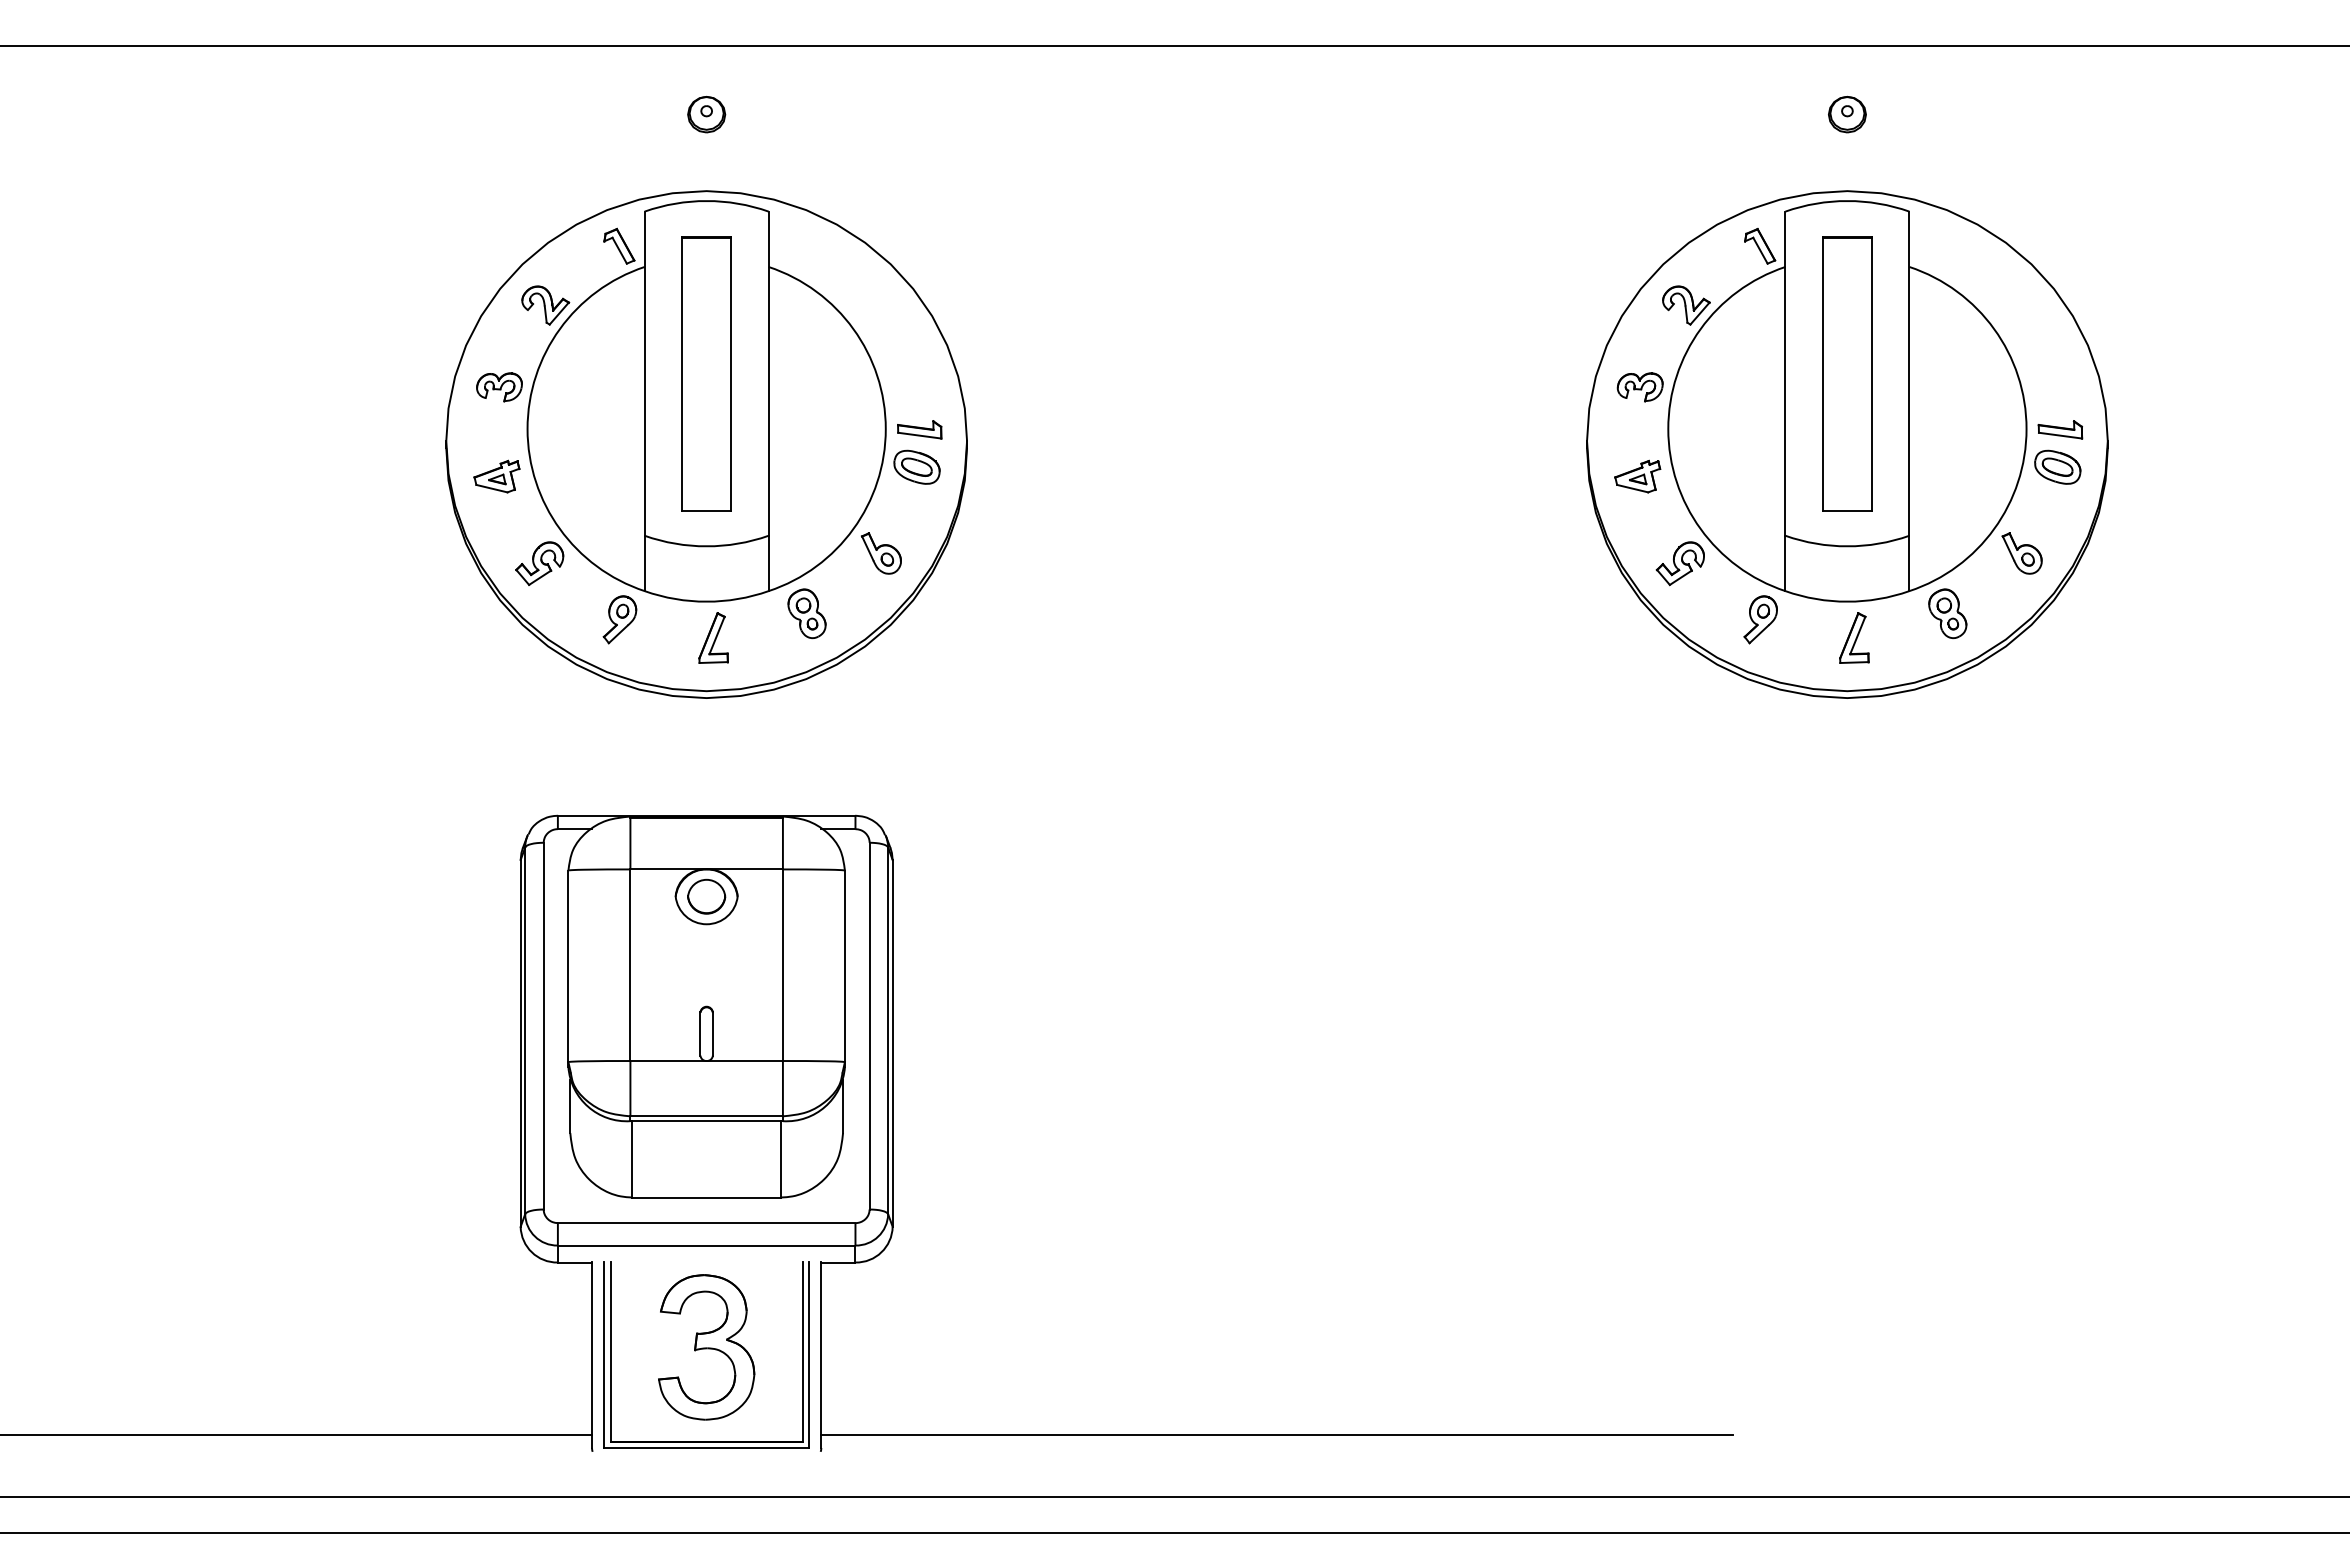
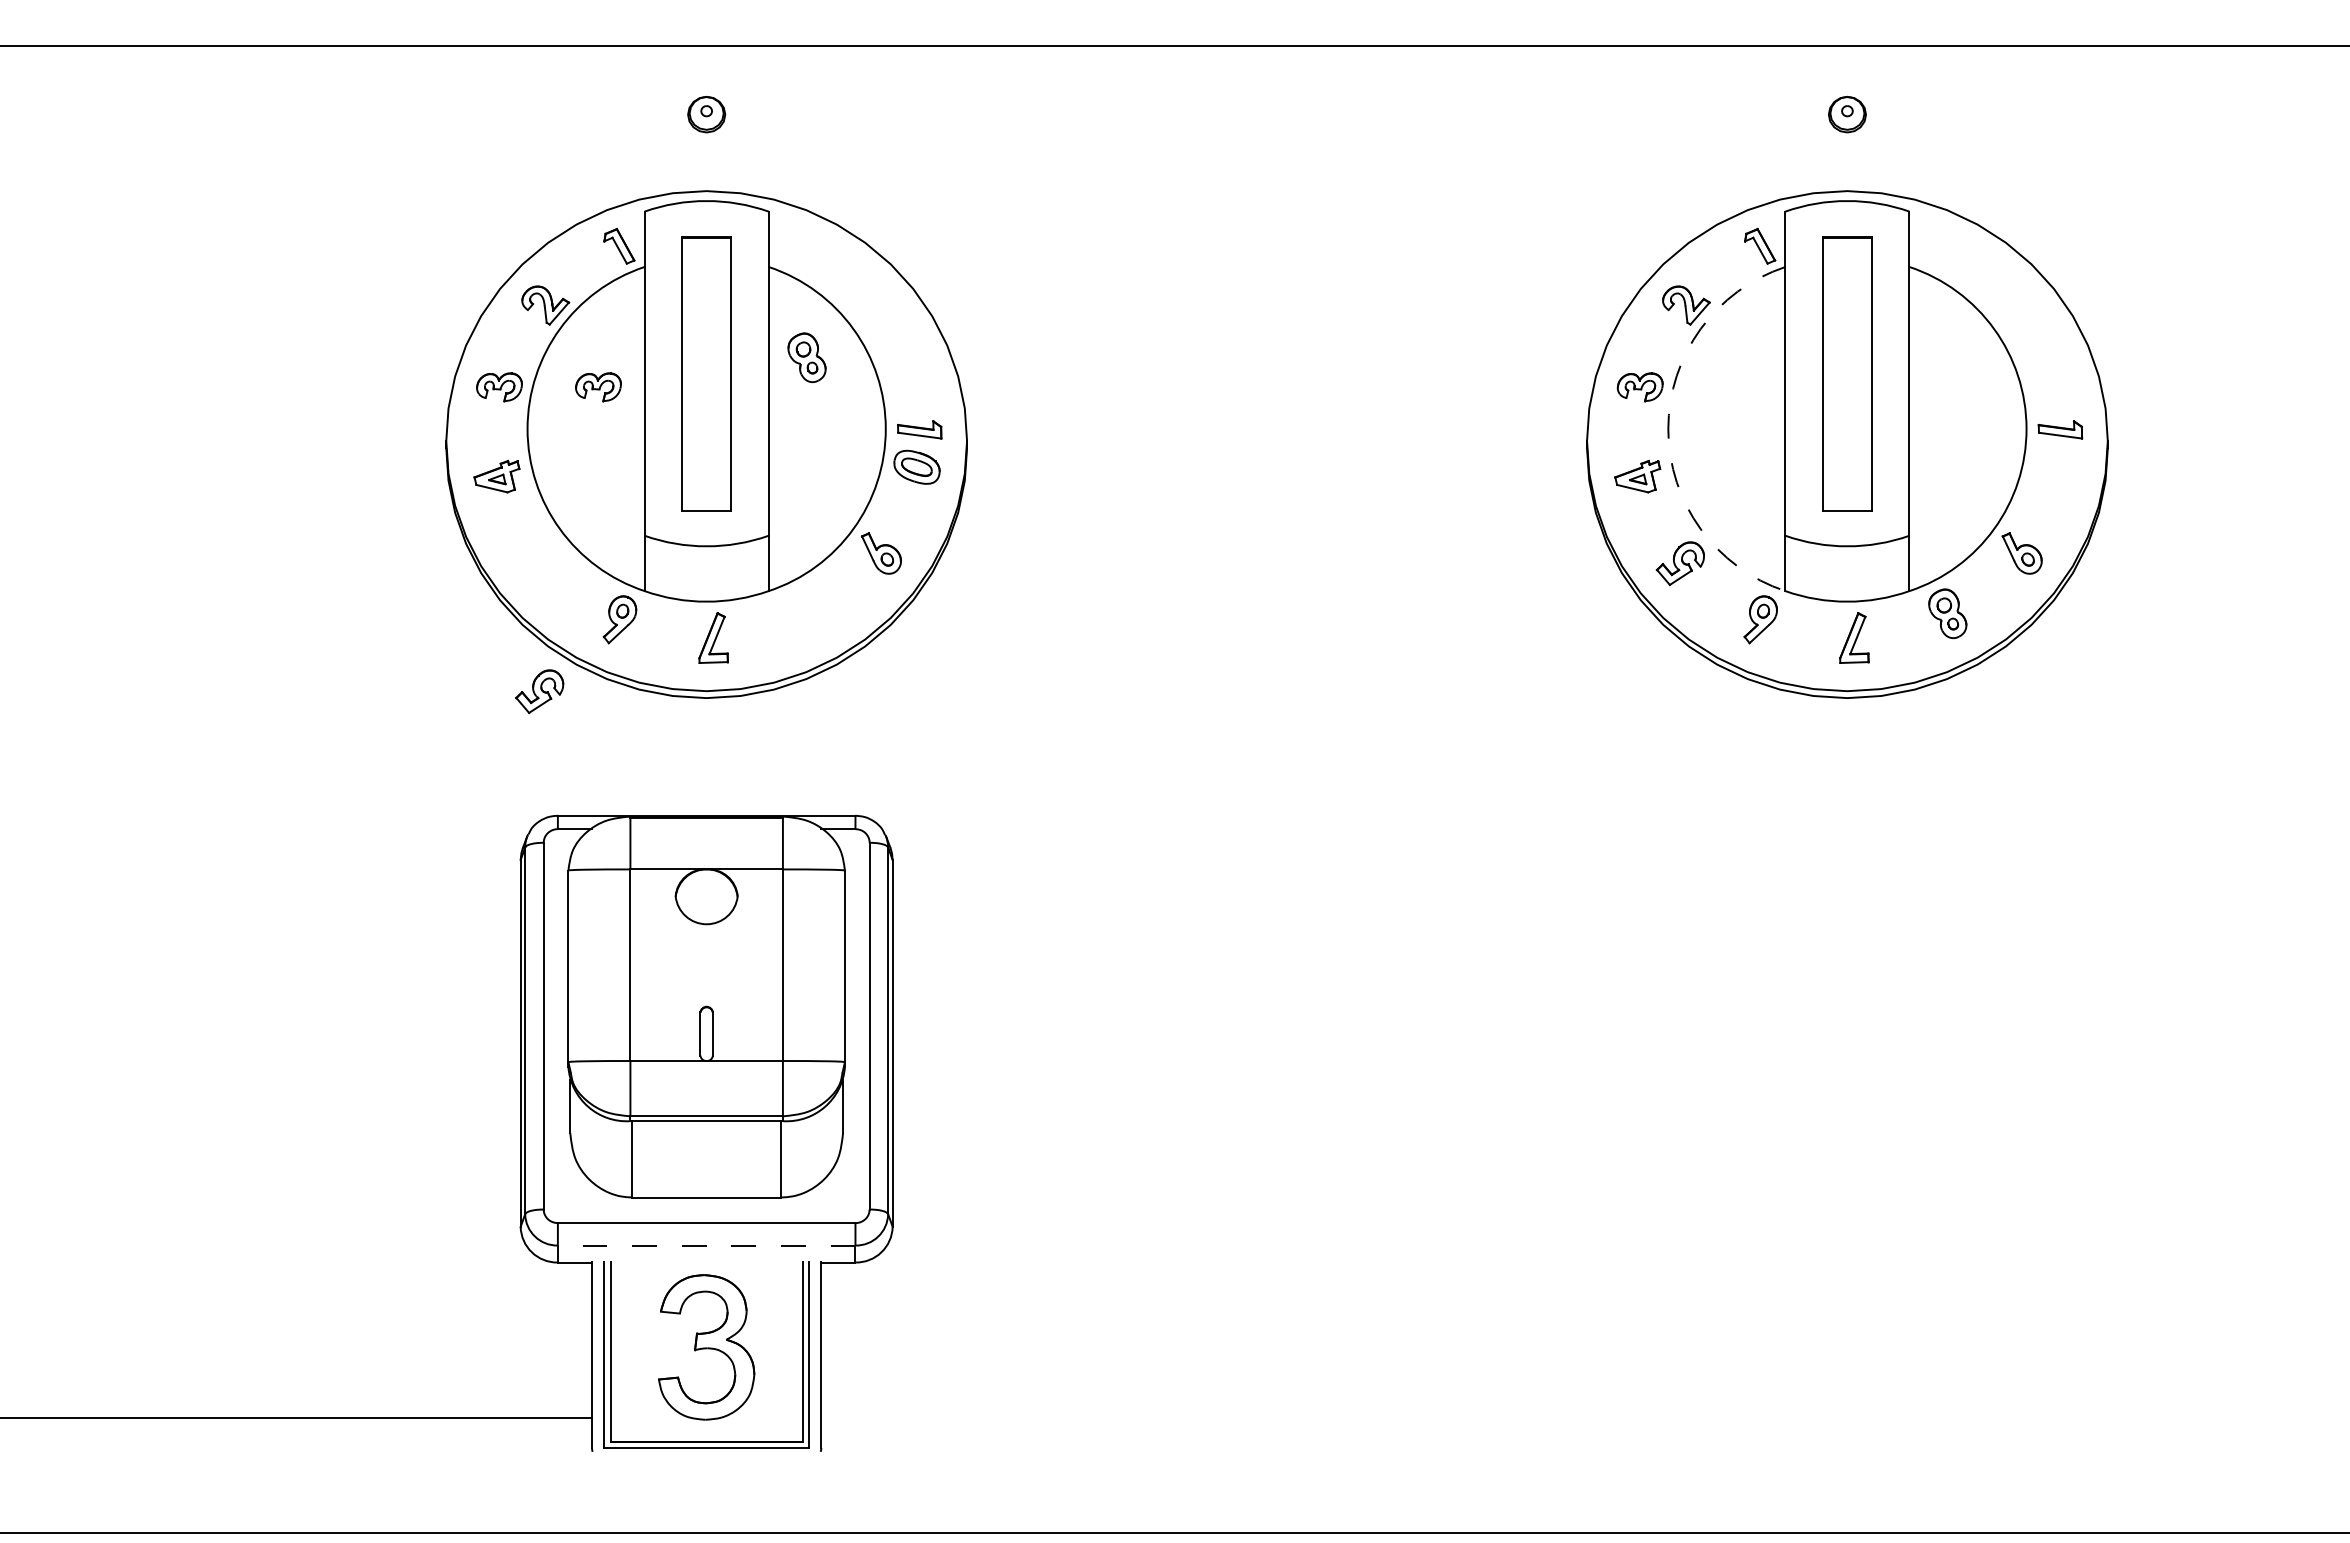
part at (598, 387): none -> present
arc at (1668, 429): solid -> dashed
part at (2057, 466): present -> none
part at (539, 563) position: (539, 563) -> (539, 691)
part at (806, 613) position: (806, 613) -> (806, 357)
part at (706, 896): present -> none
line at (706, 1245): solid -> dashed
line at (296, 1435) position: (296, 1435) -> (296, 1418)
line at (1276, 1435): present -> none
line at (1174, 1496): present -> none
